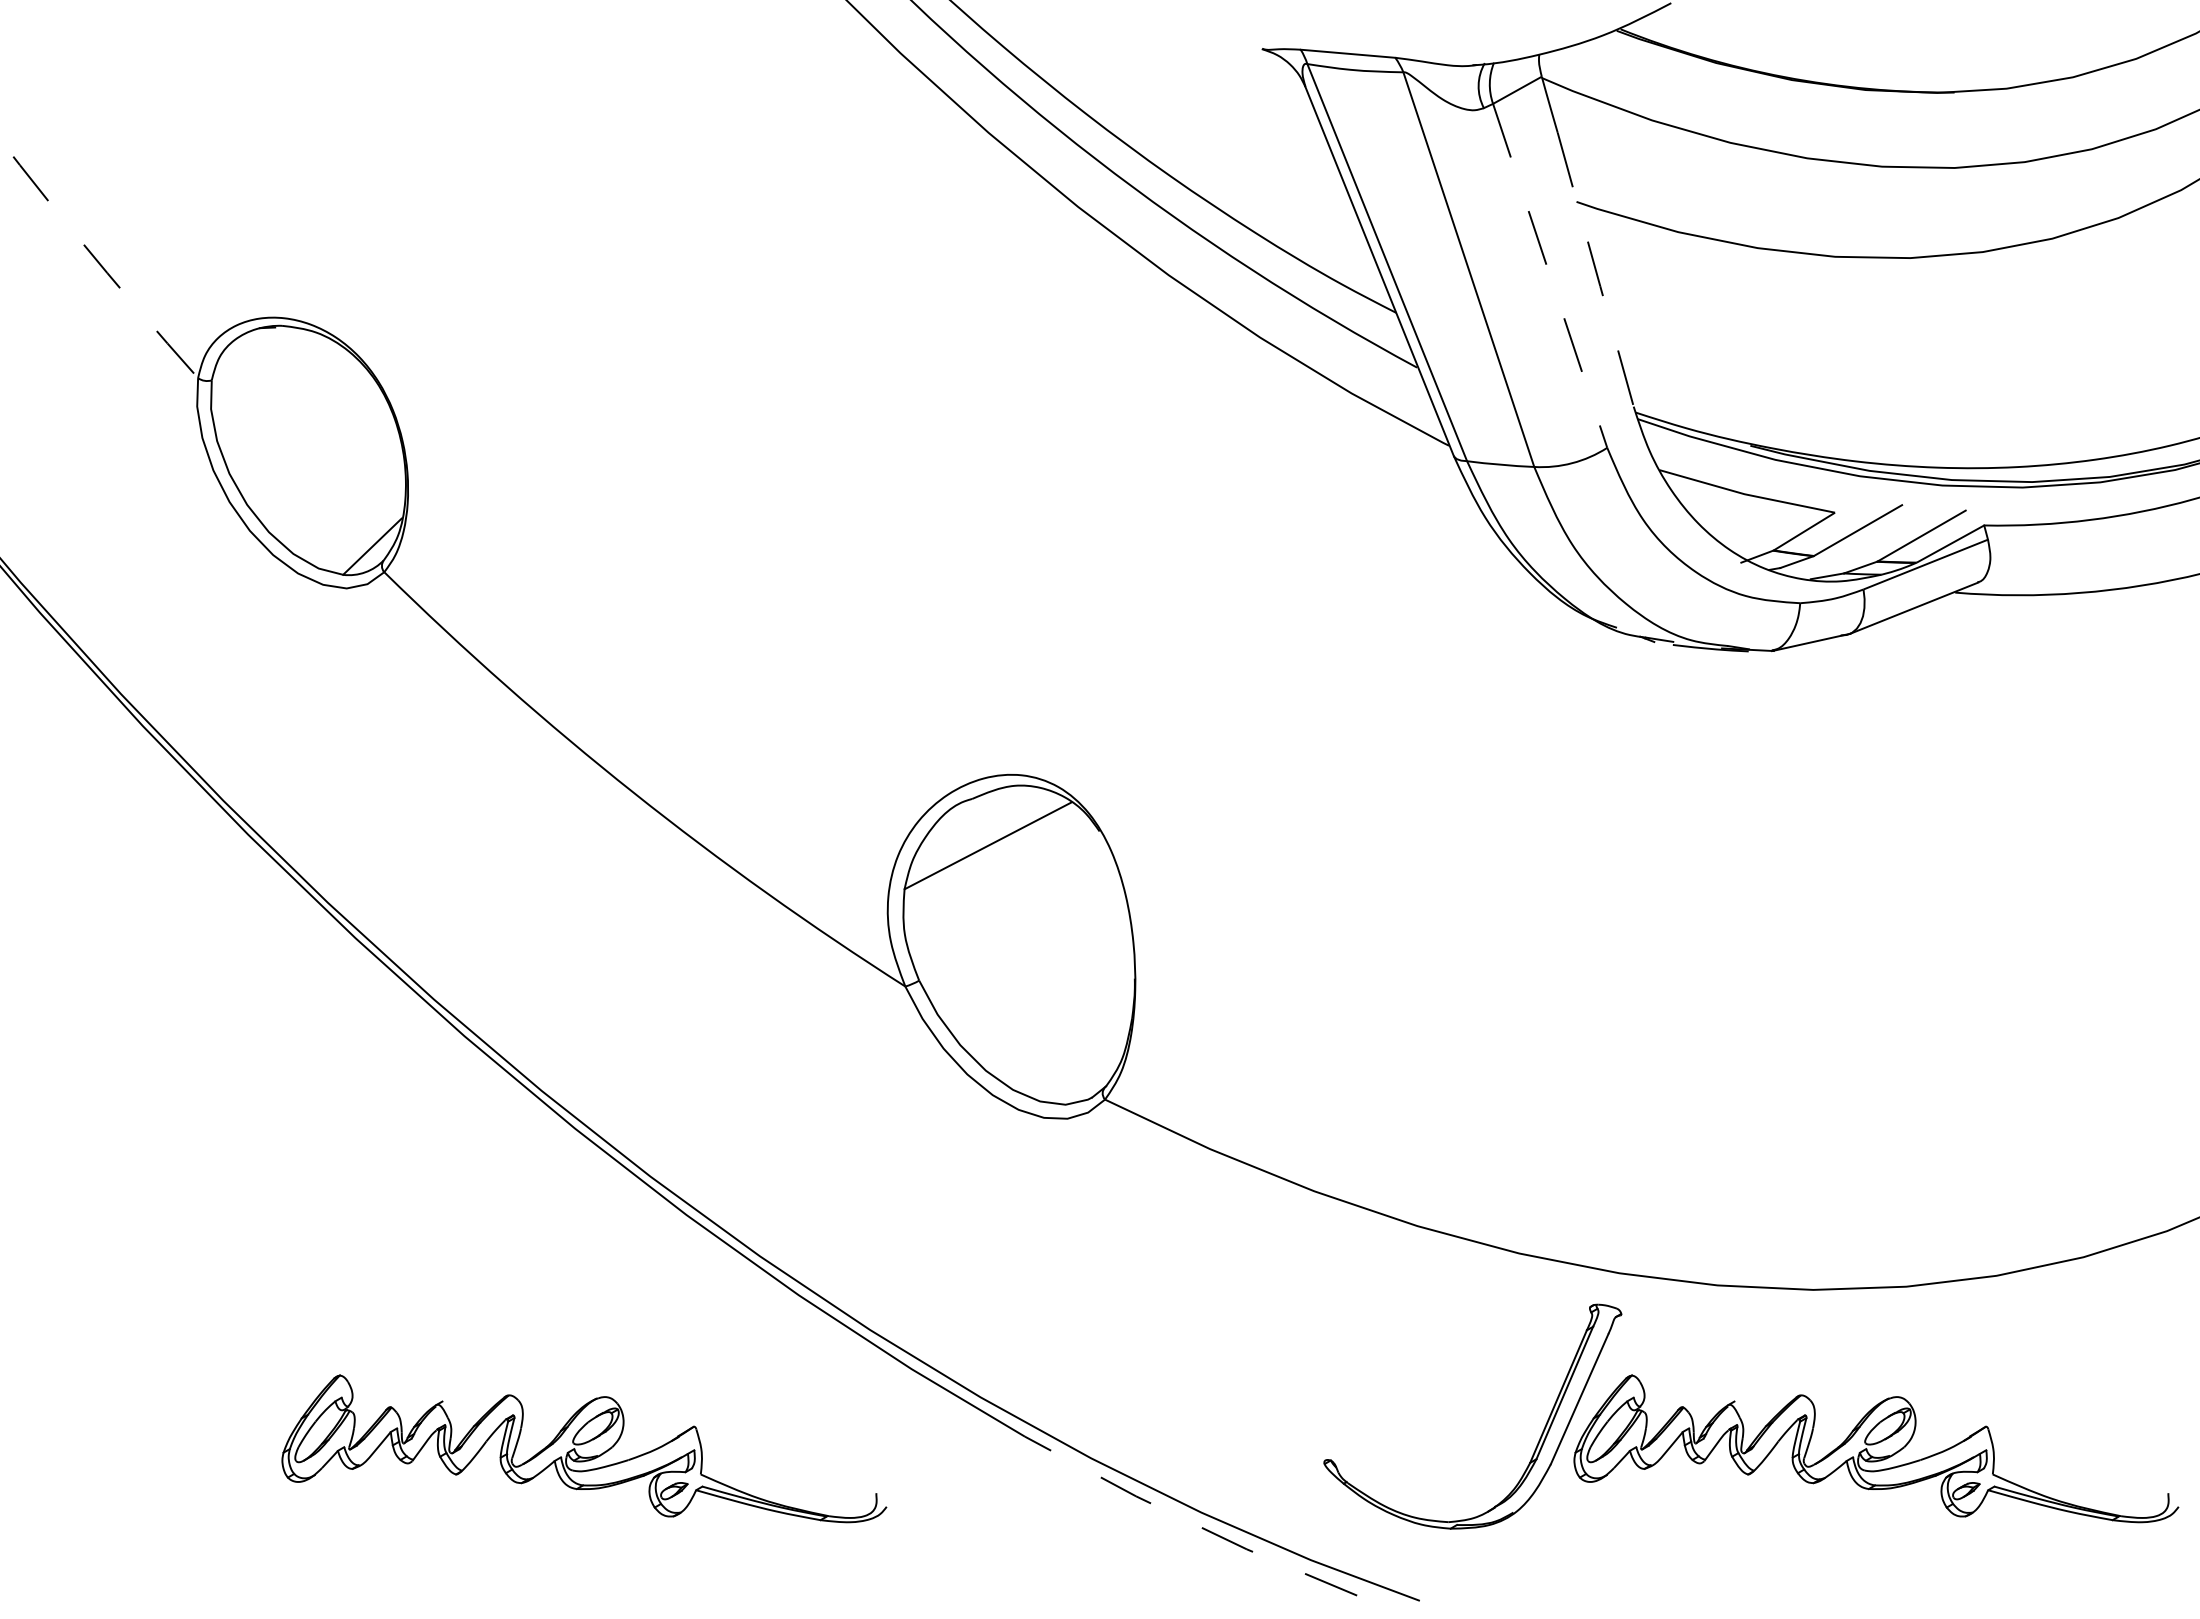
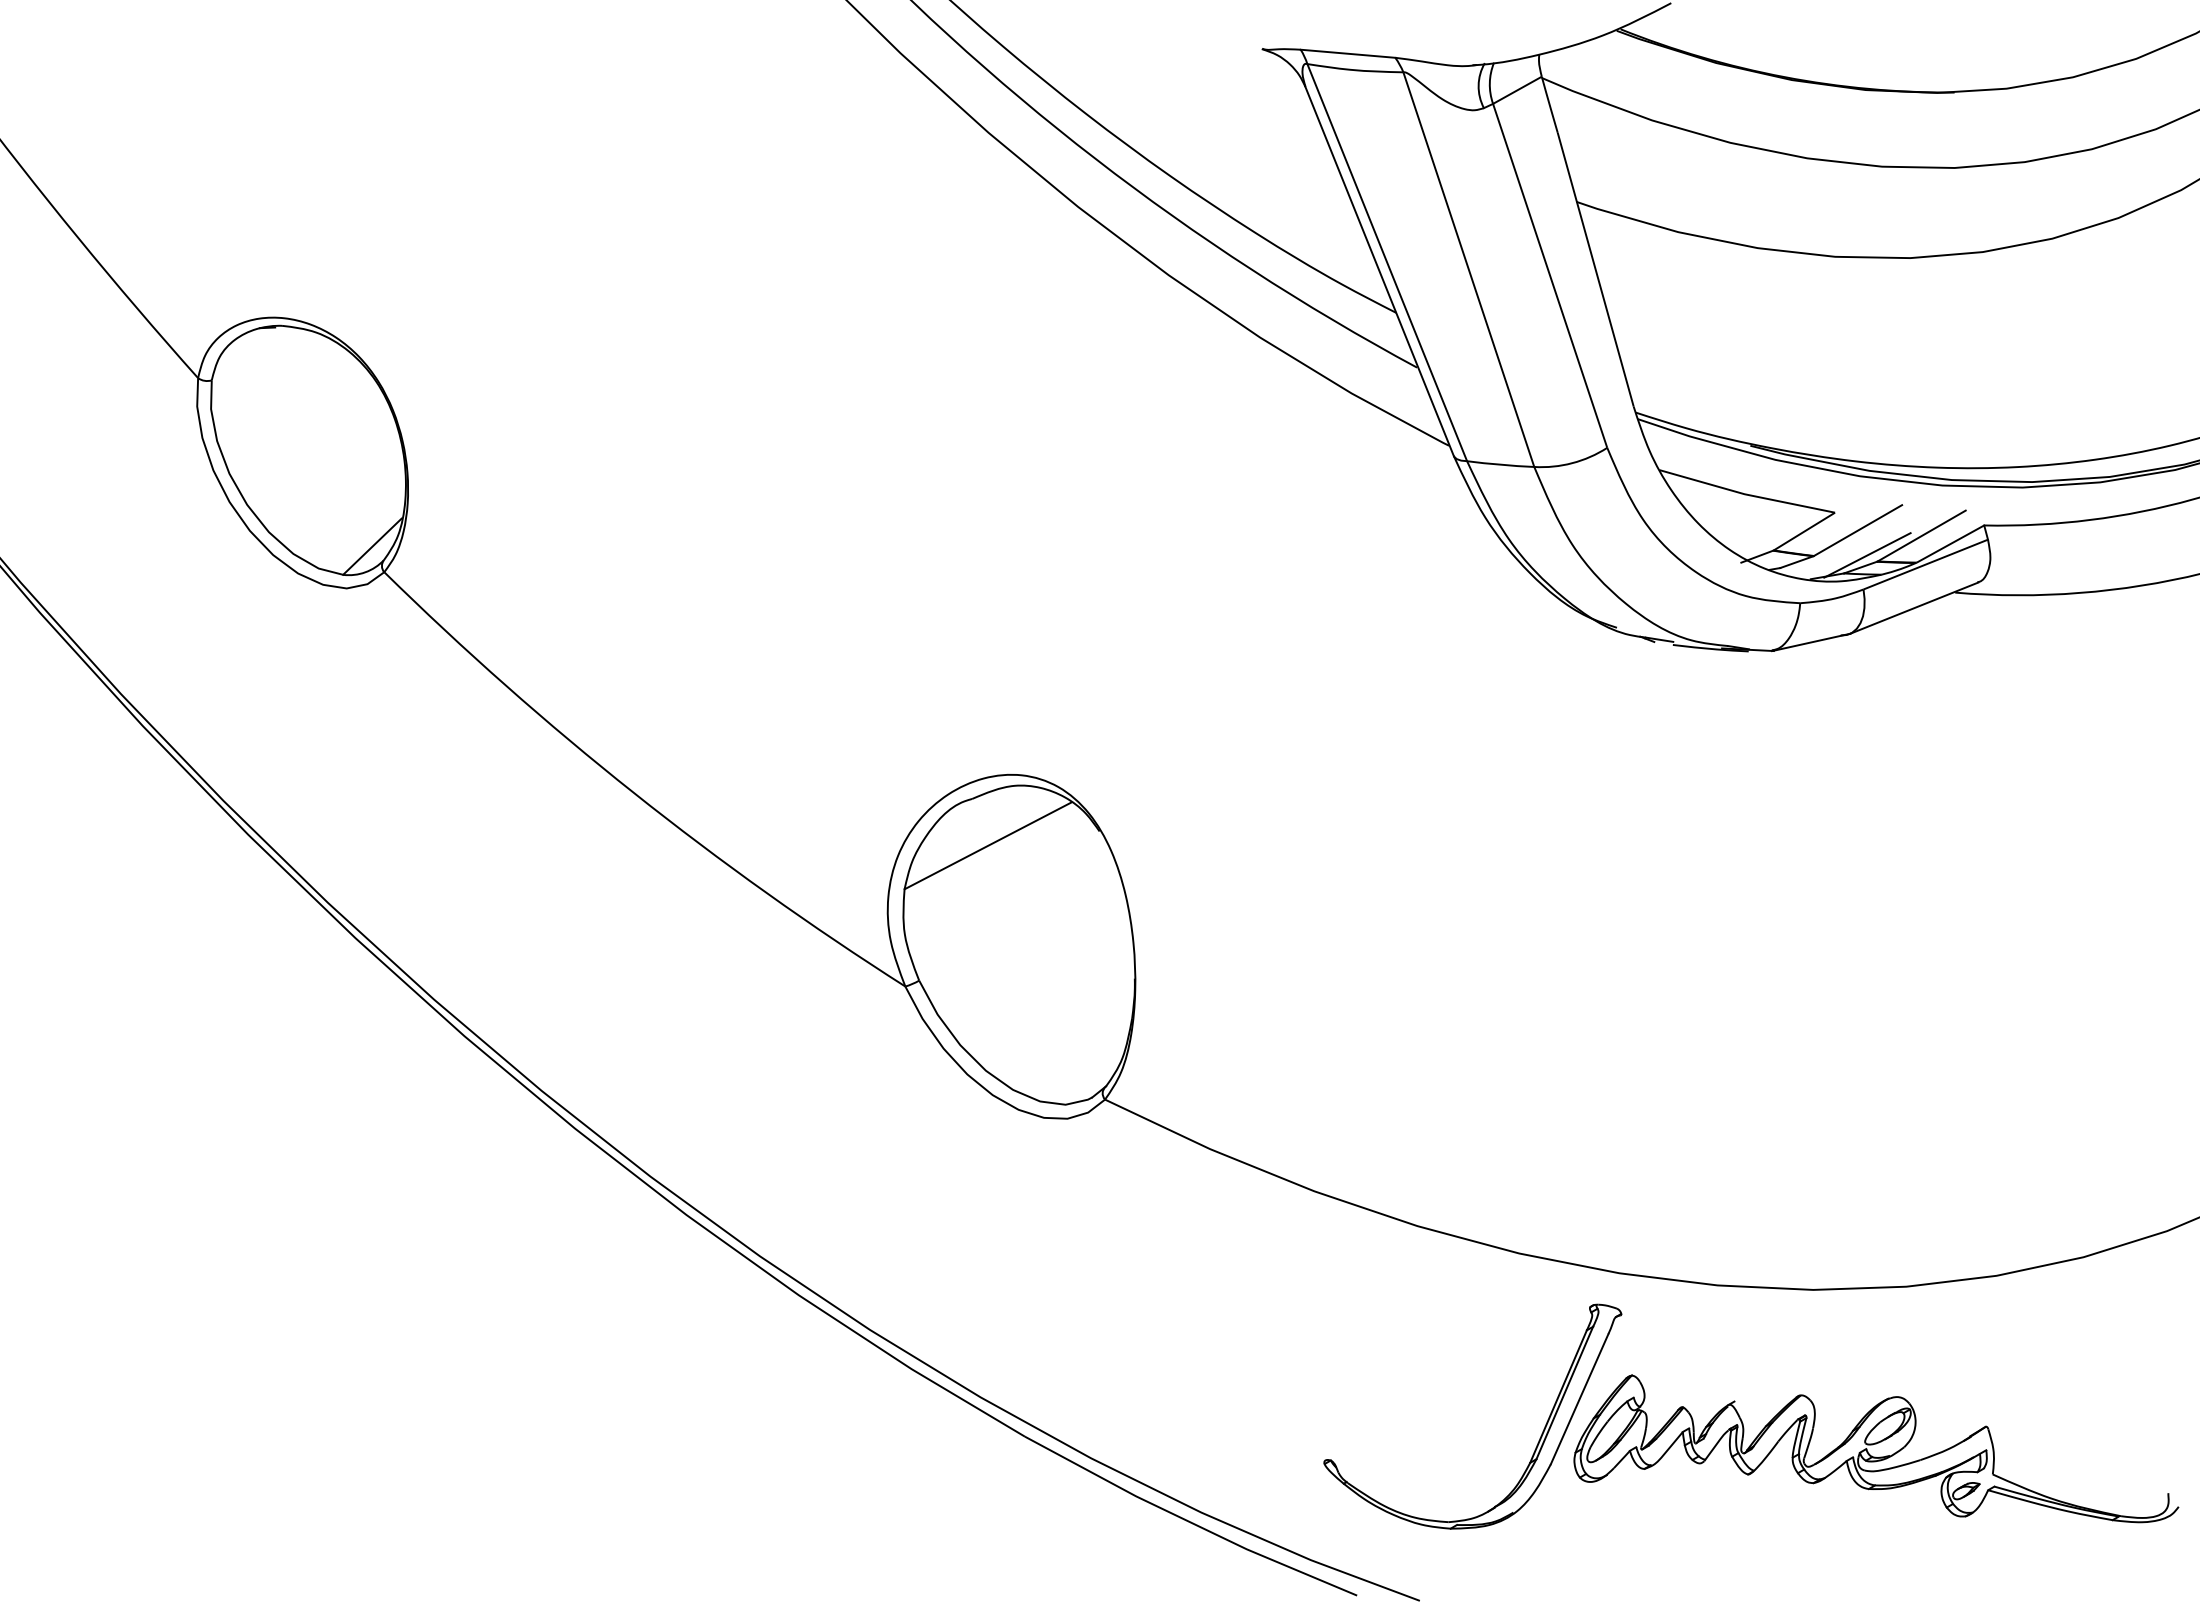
arc at (97, 260): dashed -> solid
line at (1596, 270): dashed -> solid
line at (1550, 276): dashed -> solid
line at (1867, 555): none -> present
part at (584, 1448): present -> none
line at (1188, 1521): dashed -> solid
